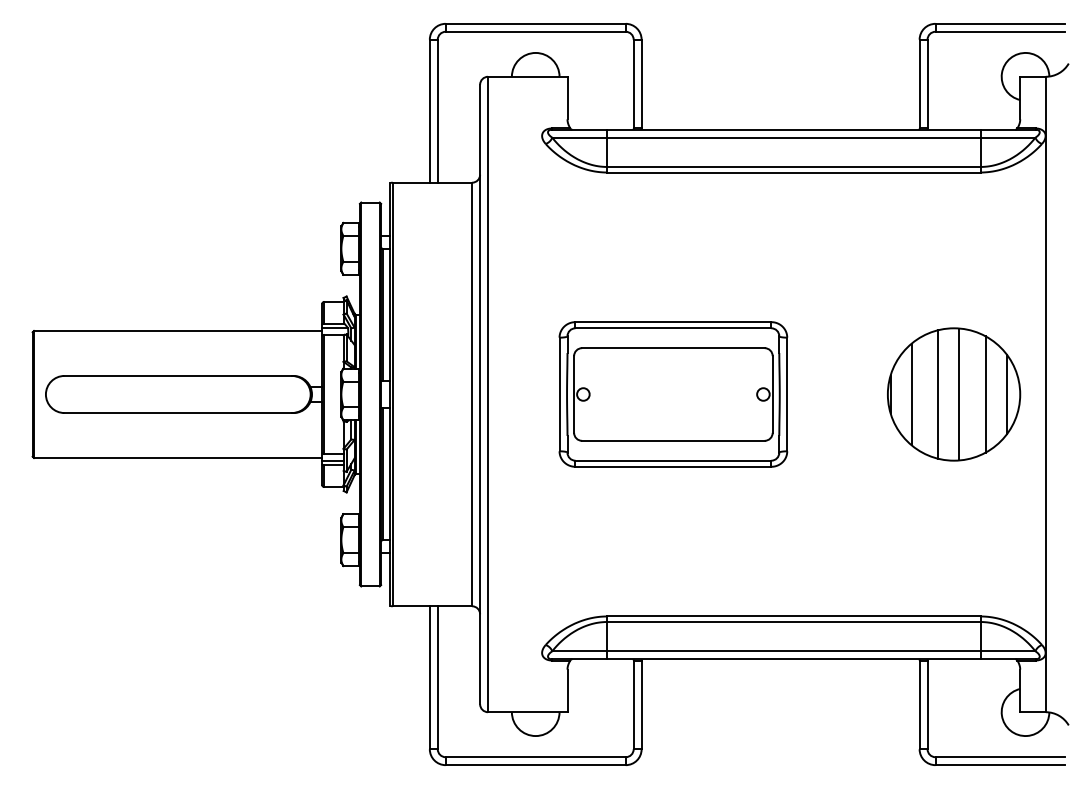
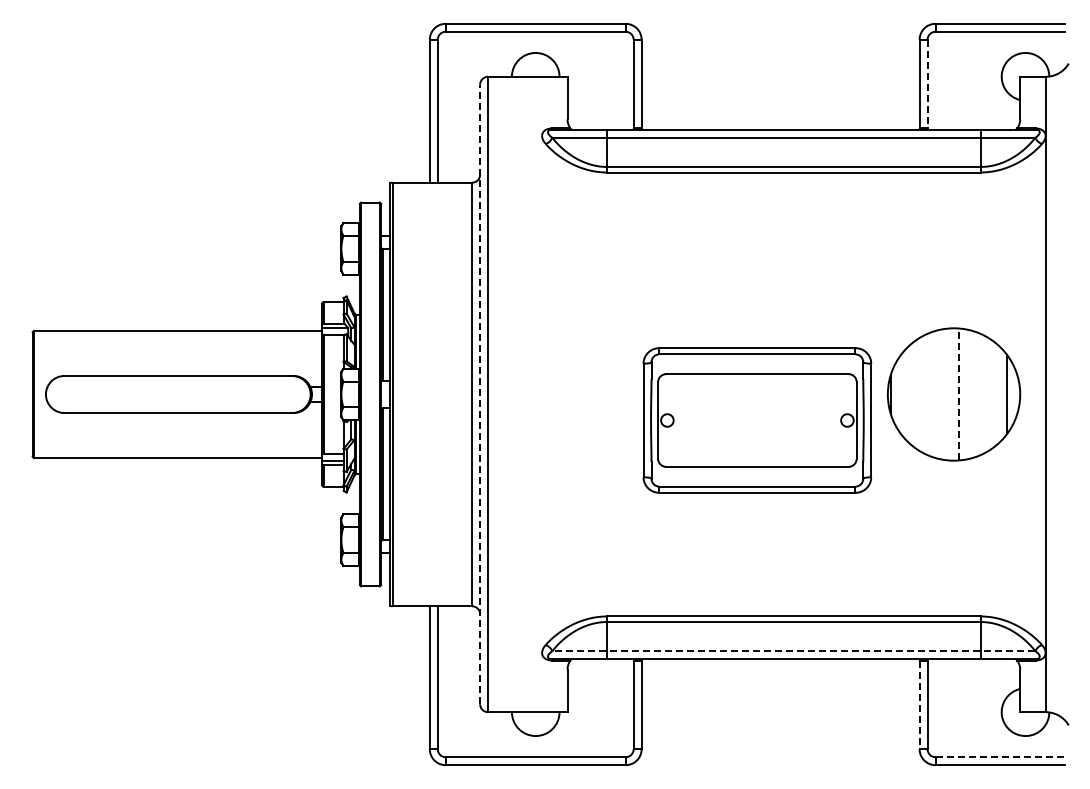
line at (927, 84): solid -> dashed
line at (480, 394): solid -> dashed
part at (673, 394) position: (673, 394) -> (757, 420)
line at (911, 394): present -> none
line at (938, 394): present -> none
line at (959, 394): solid -> dashed
line at (985, 394): present -> none
line at (793, 651): solid -> dashed
line at (919, 705): solid -> dashed
line at (1000, 757): solid -> dashed
